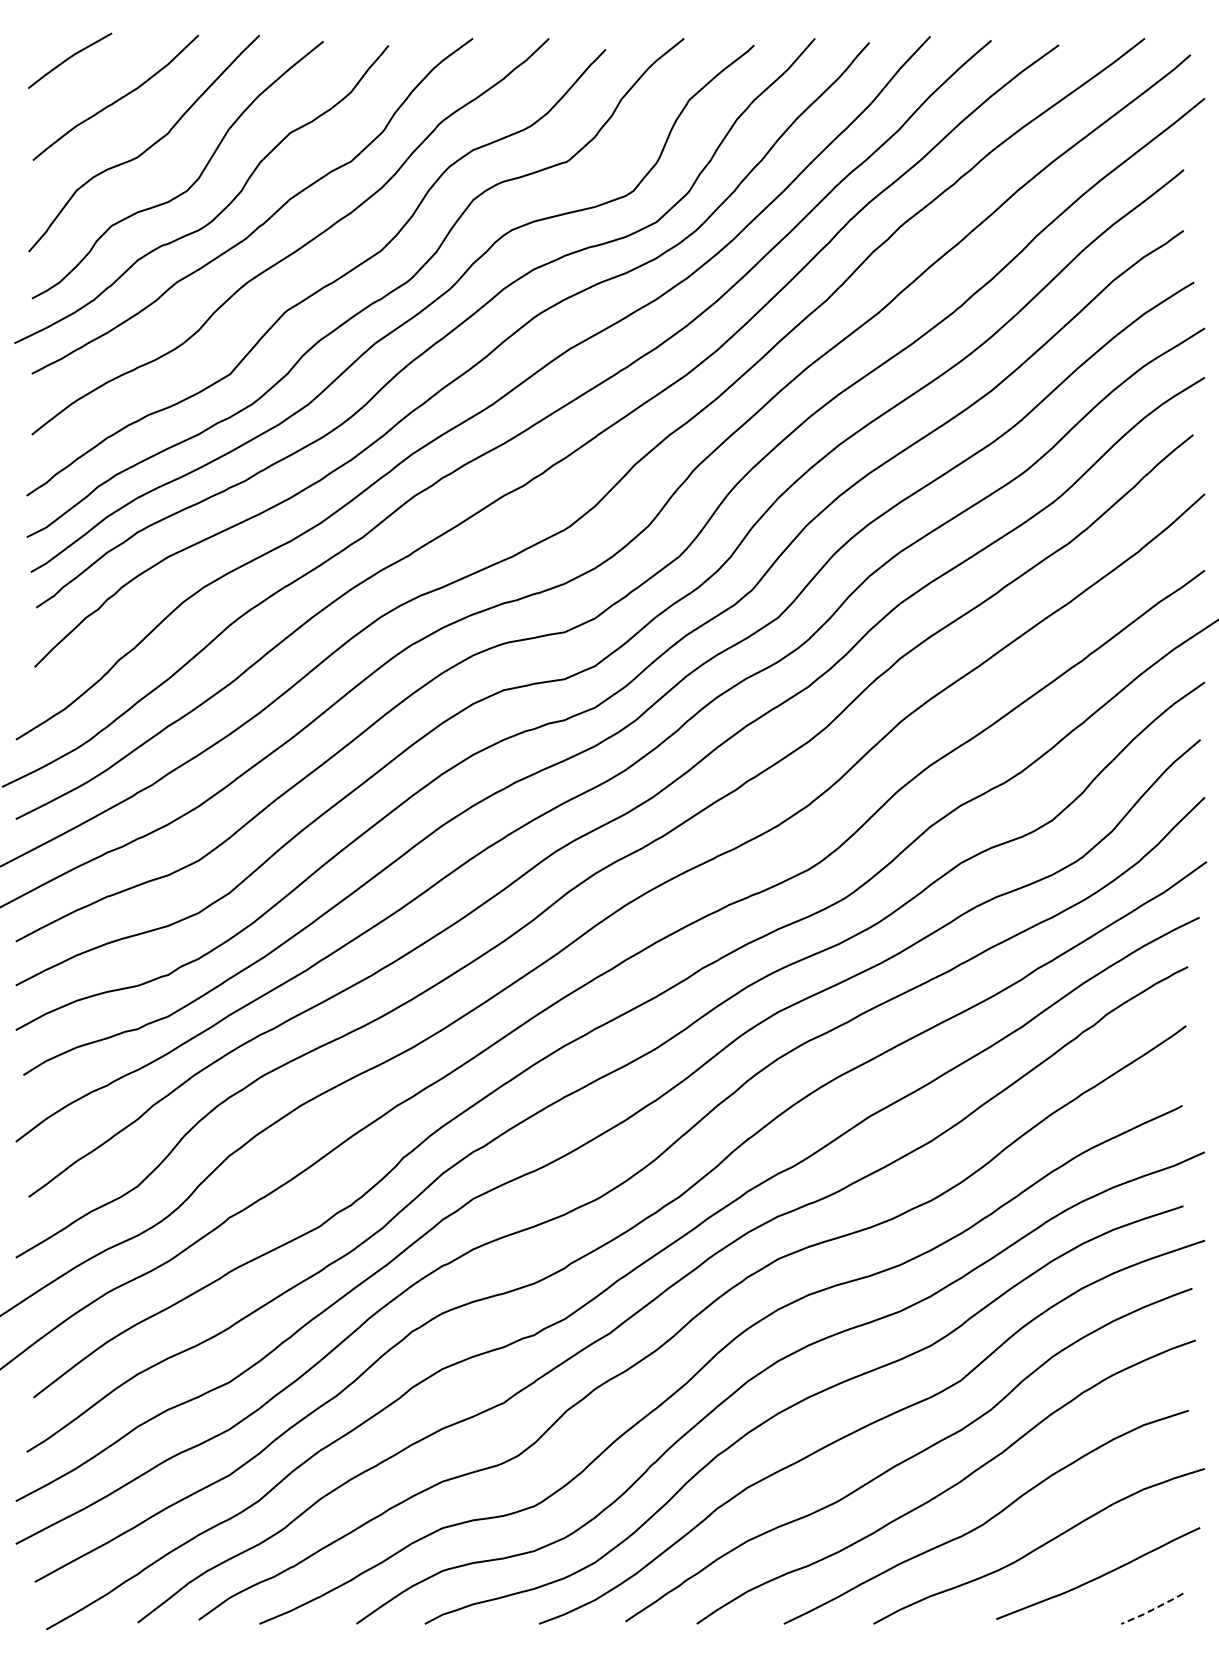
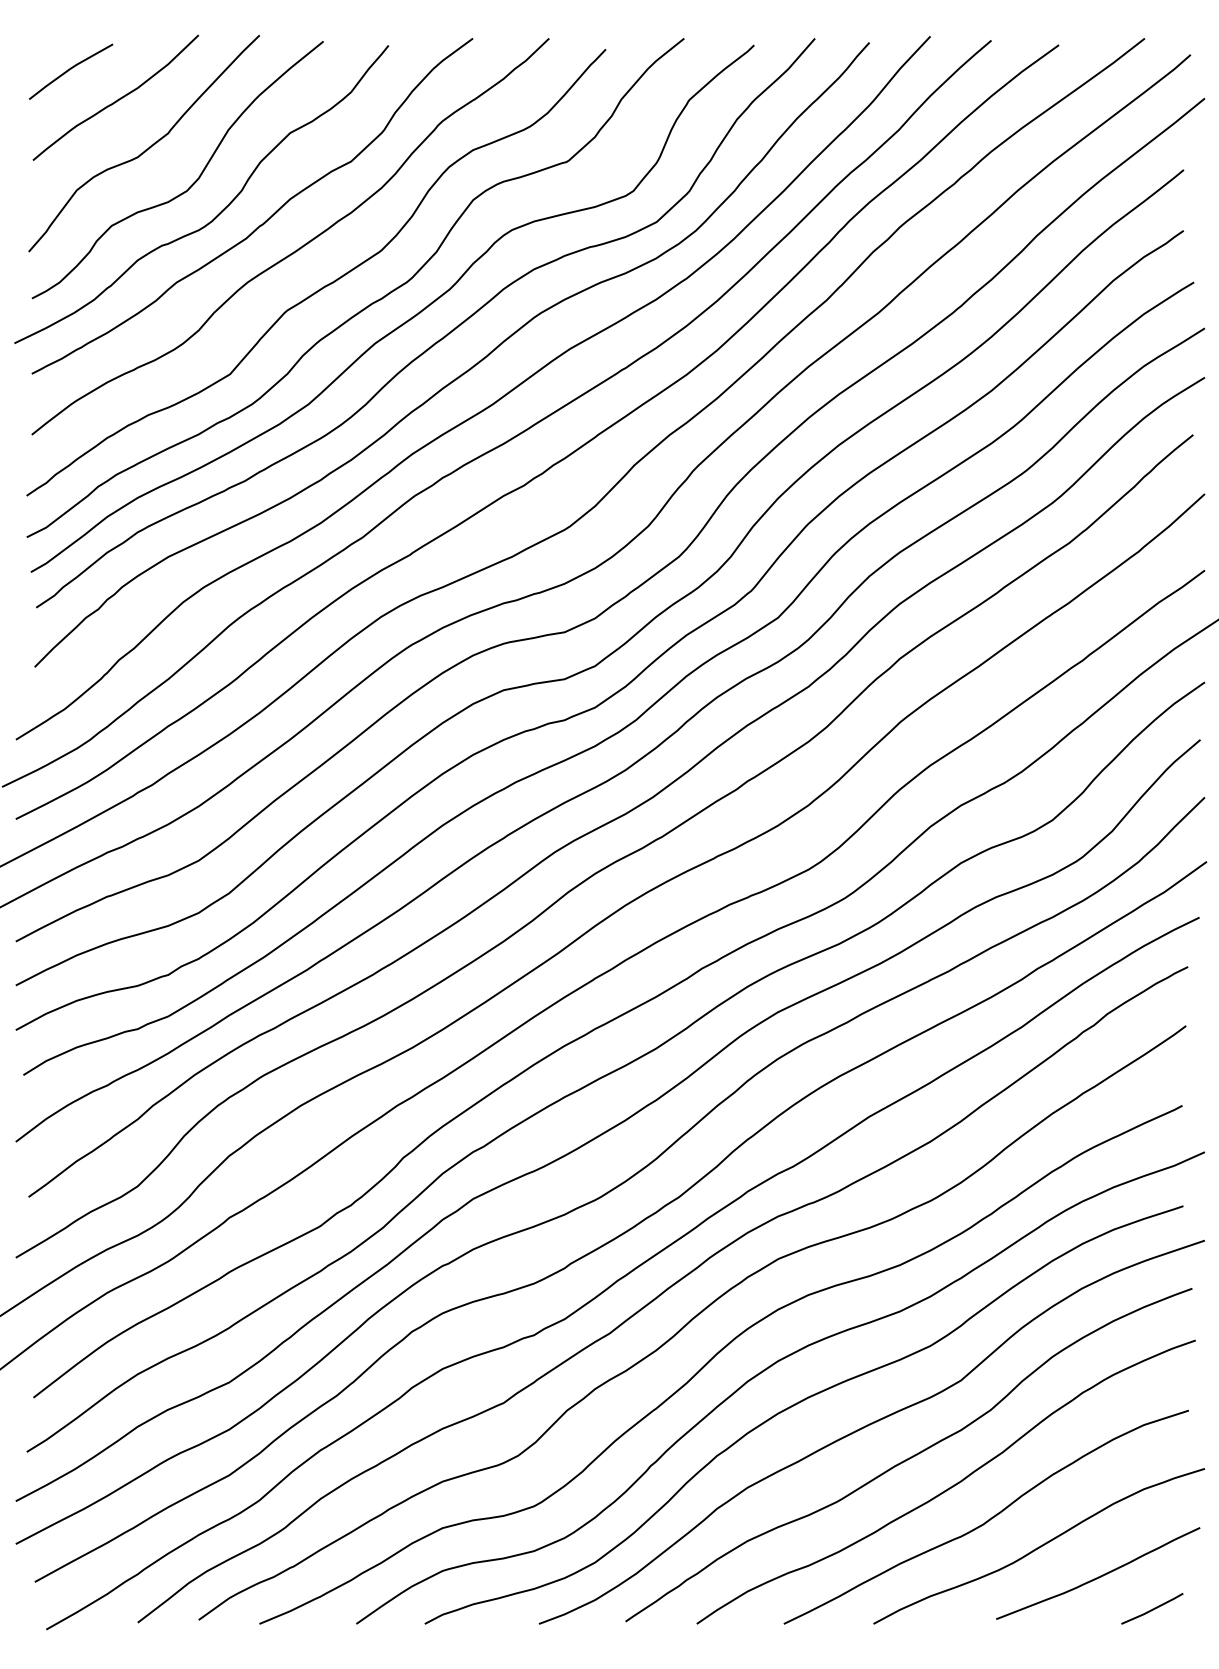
line at (68, 59) position: (68, 59) -> (69, 70)
line at (1152, 1609): dashed -> solid
